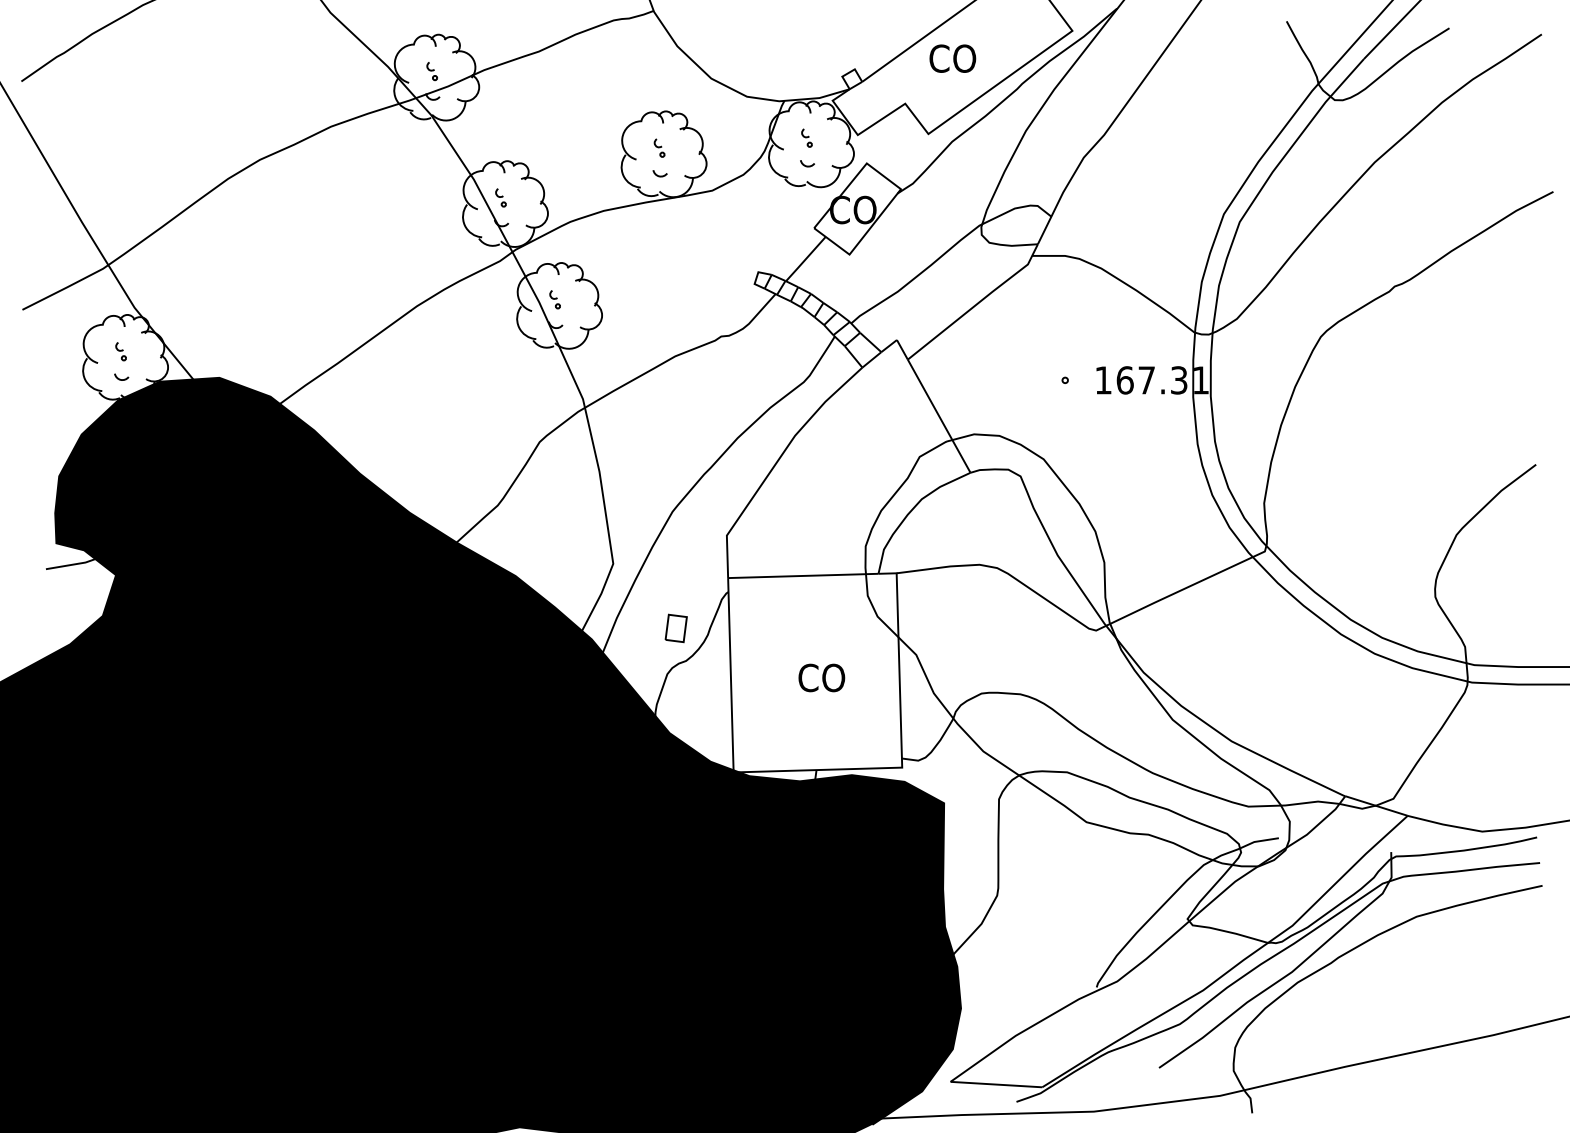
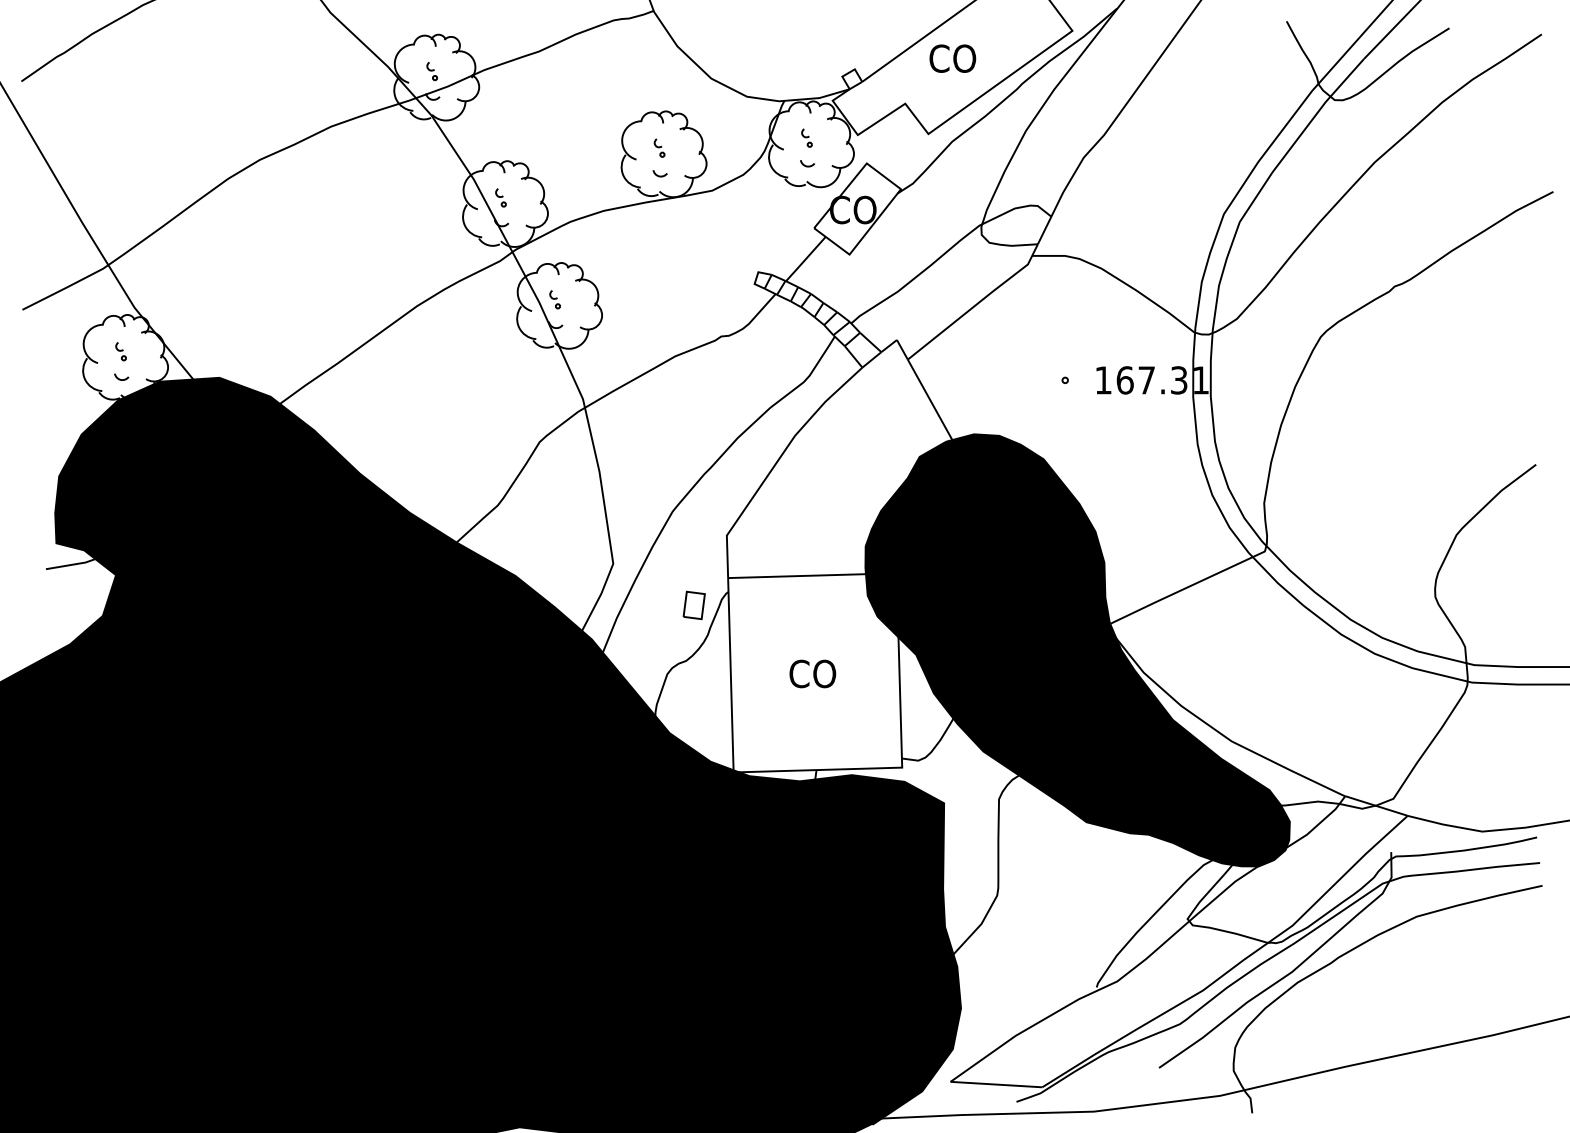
part at (675, 628) position: (675, 628) -> (693, 605)
fill at (1077, 650): none -> present
text at (821, 677) position: (821, 677) -> (812, 673)
